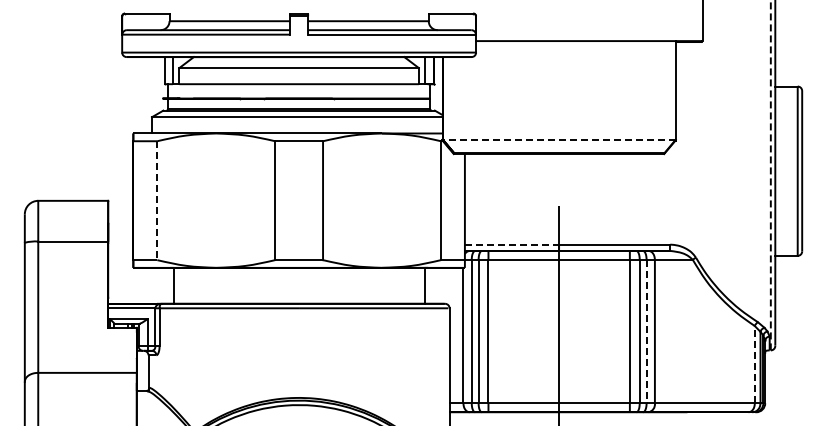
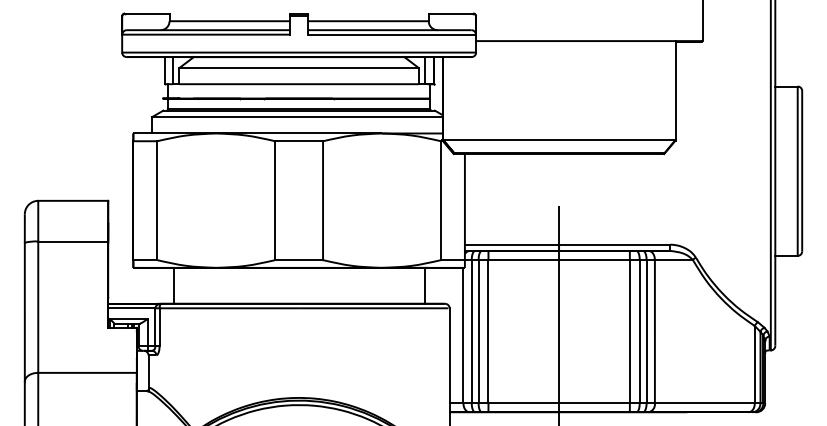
line at (558, 139): dashed -> solid
line at (770, 175): dashed -> solid
line at (157, 201): dashed -> solid
line at (512, 244): dashed -> solid
line at (646, 331): dashed -> solid
line at (754, 364): dashed -> solid
